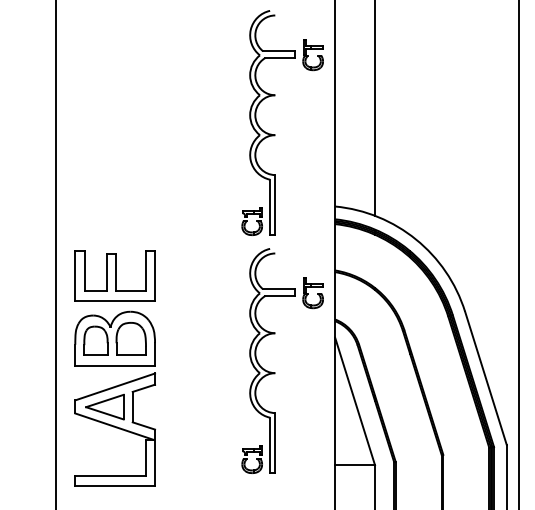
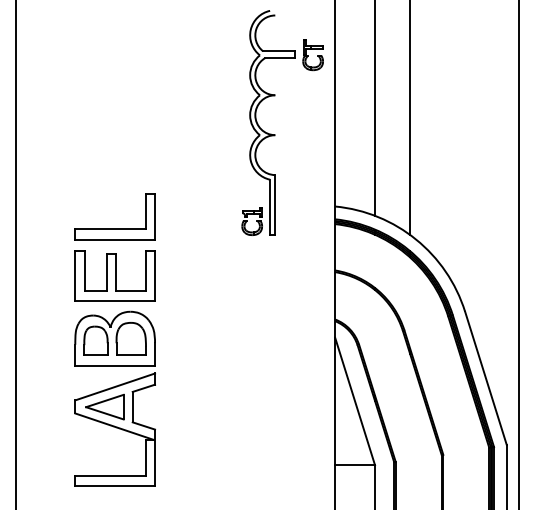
line at (410, 118): none -> present
part at (114, 228): none -> present
line at (56, 254) position: (56, 254) -> (16, 254)
part at (275, 372): present -> none
